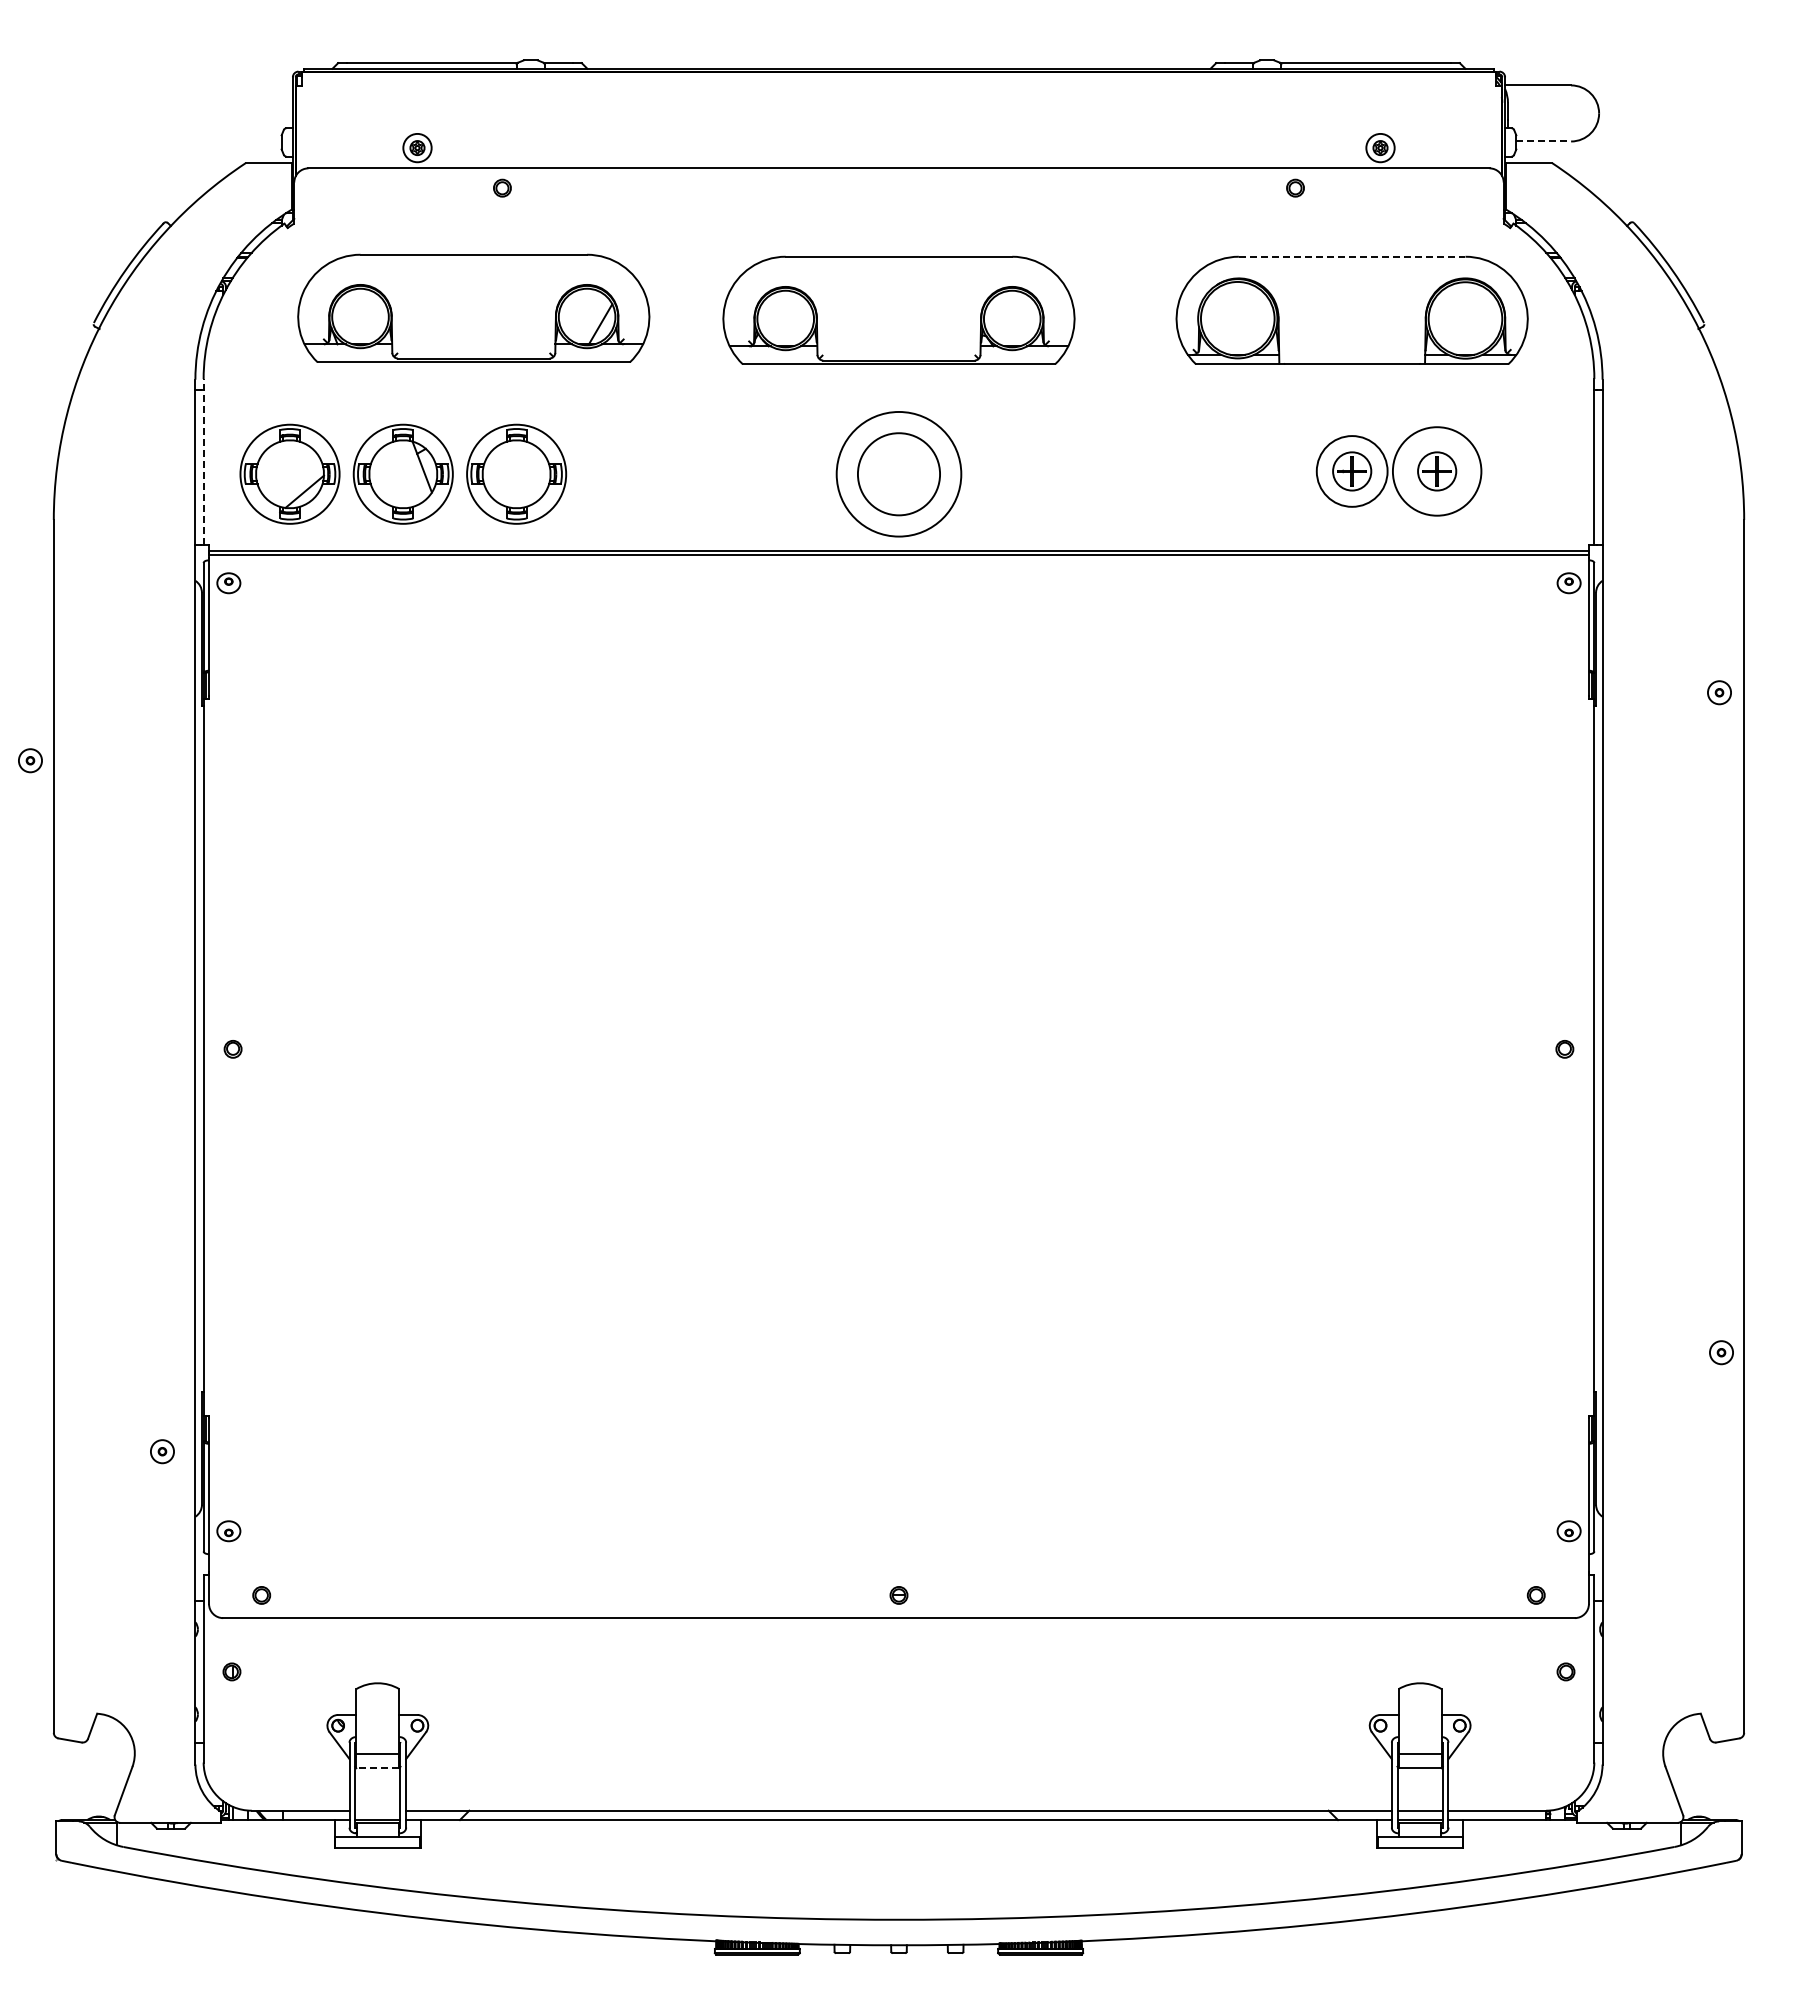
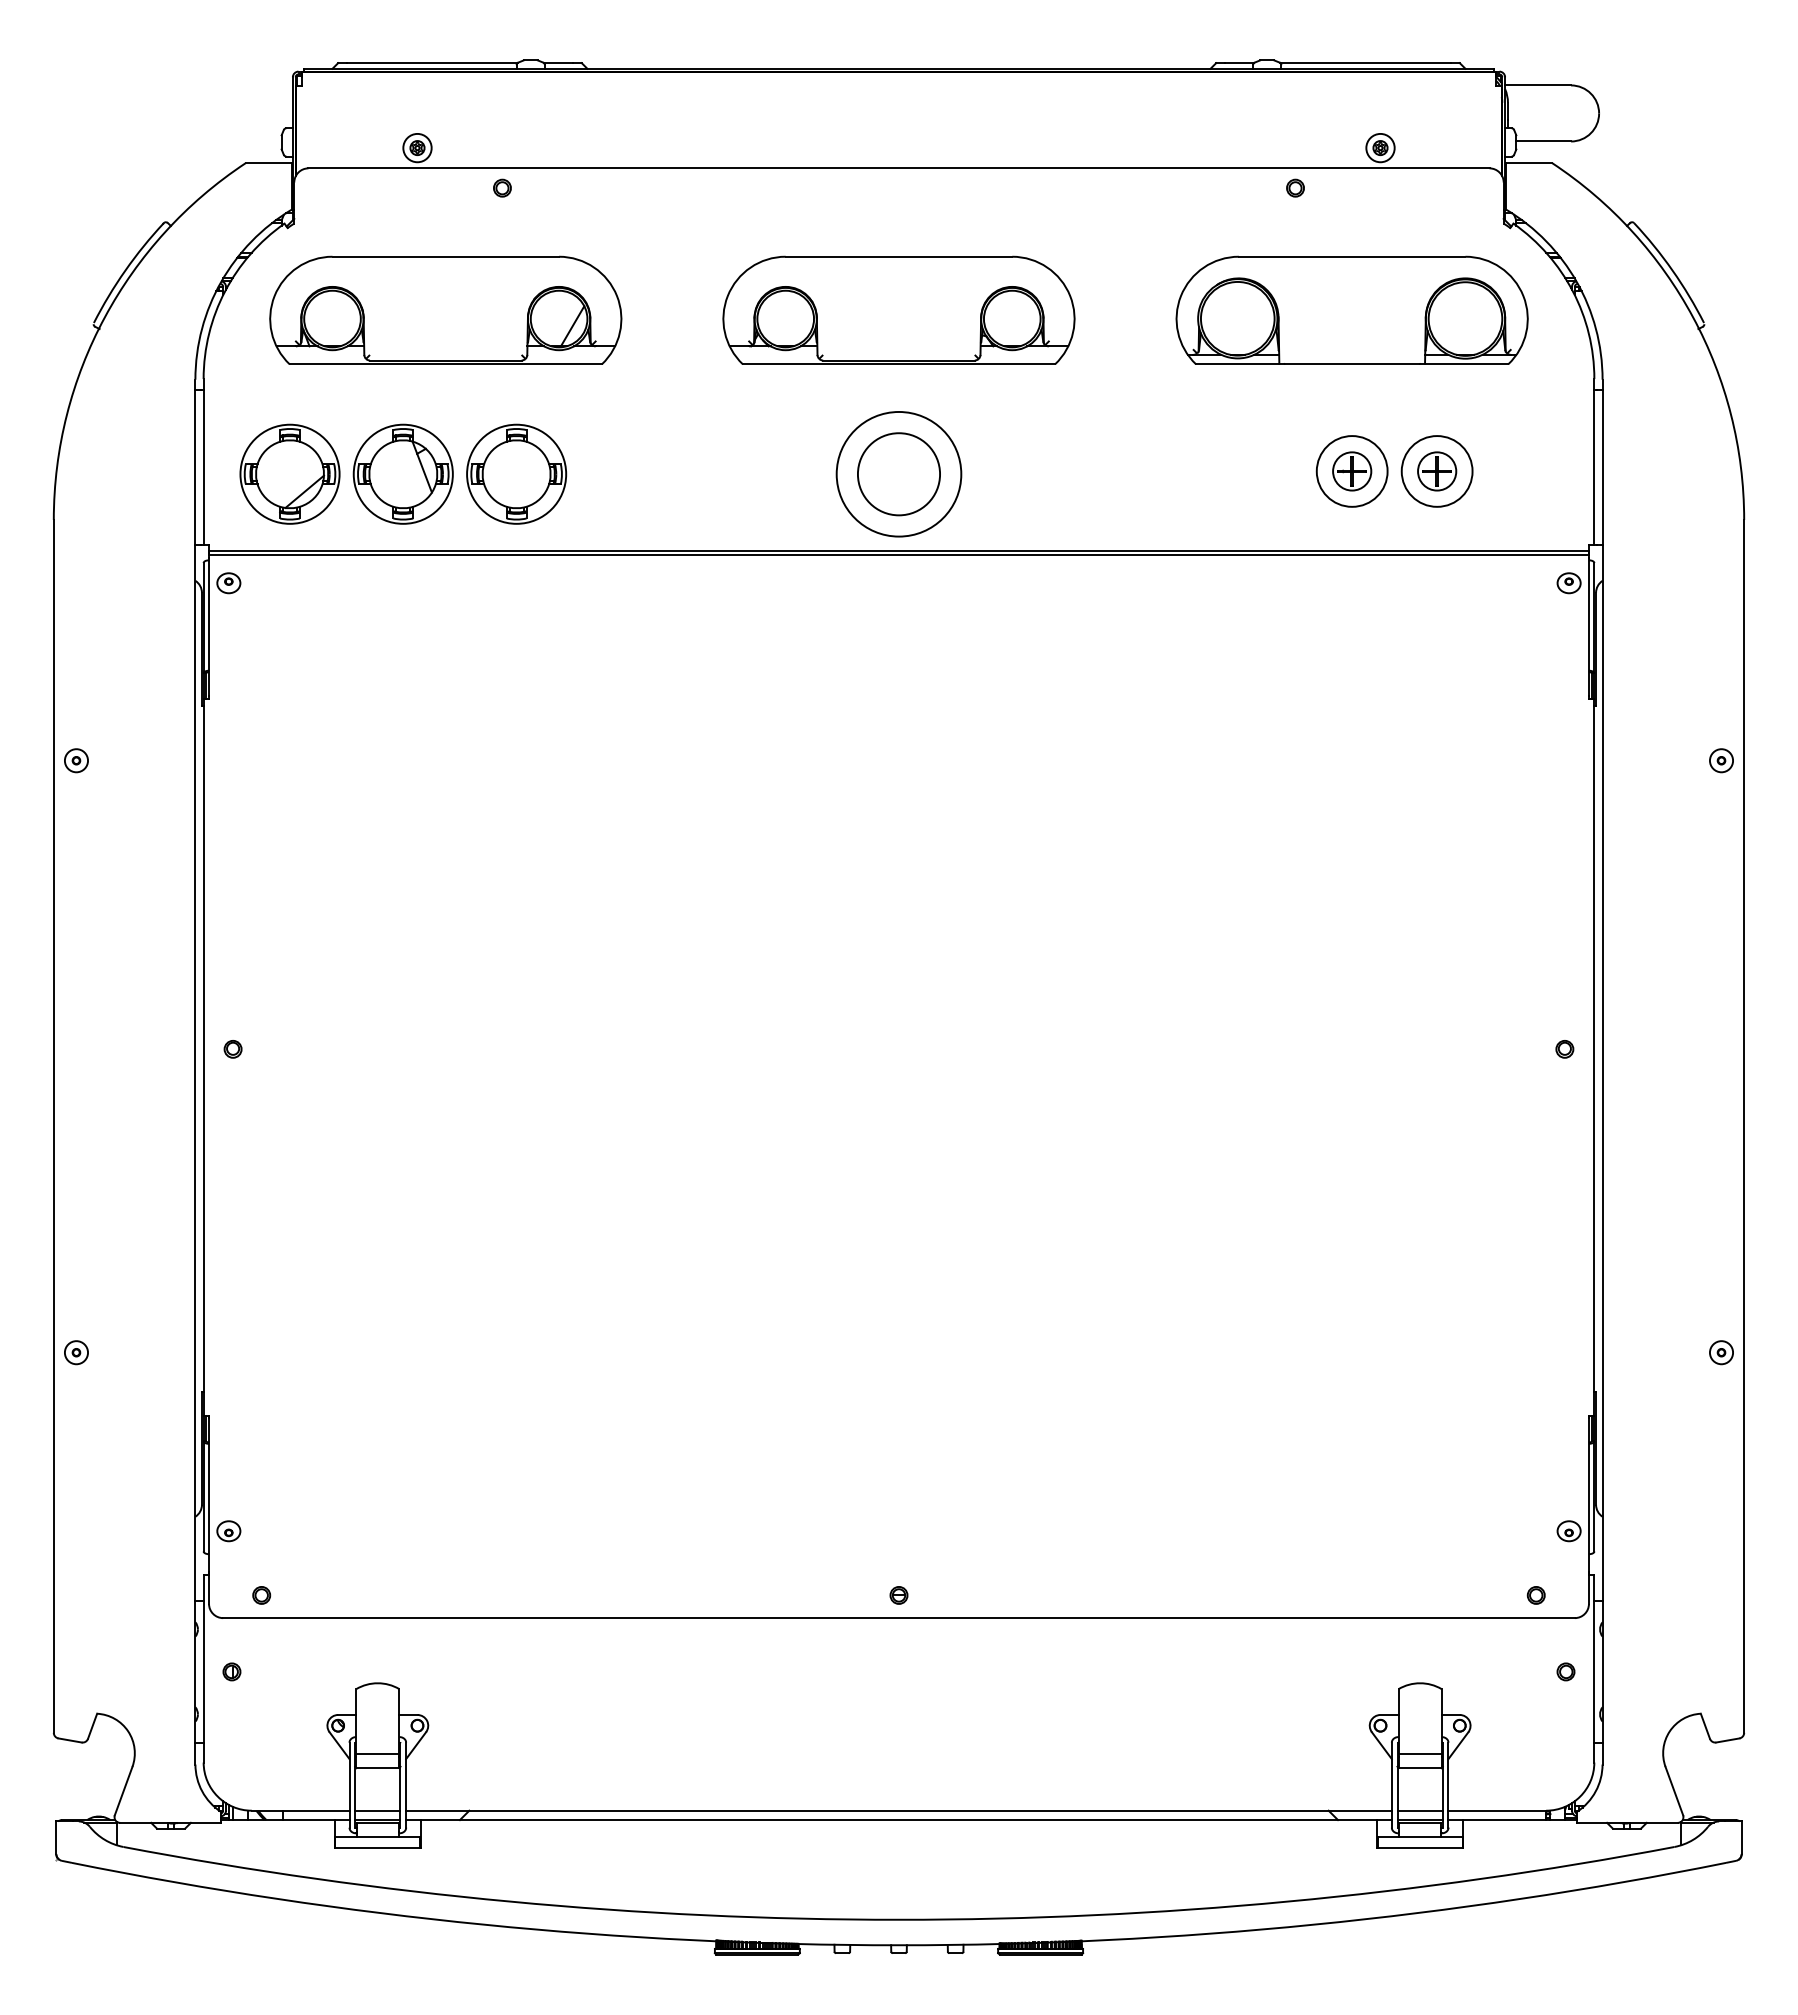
line at (1544, 141): dashed -> solid
line at (1352, 256): dashed -> solid
part at (473, 307) position: (473, 307) -> (445, 309)
line at (203, 461): dashed -> solid
circle at (1436, 471) diameter: 89 px -> 71 px
part at (1719, 692) position: (1719, 692) -> (1721, 760)
part at (30, 760) position: (30, 760) -> (76, 760)
part at (162, 1451) position: (162, 1451) -> (76, 1352)
line at (377, 1768): dashed -> solid
line at (377, 1810): none -> present
